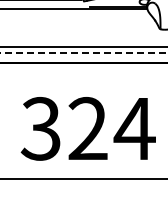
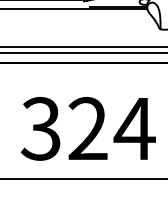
line at (84, 52): dashed -> solid
